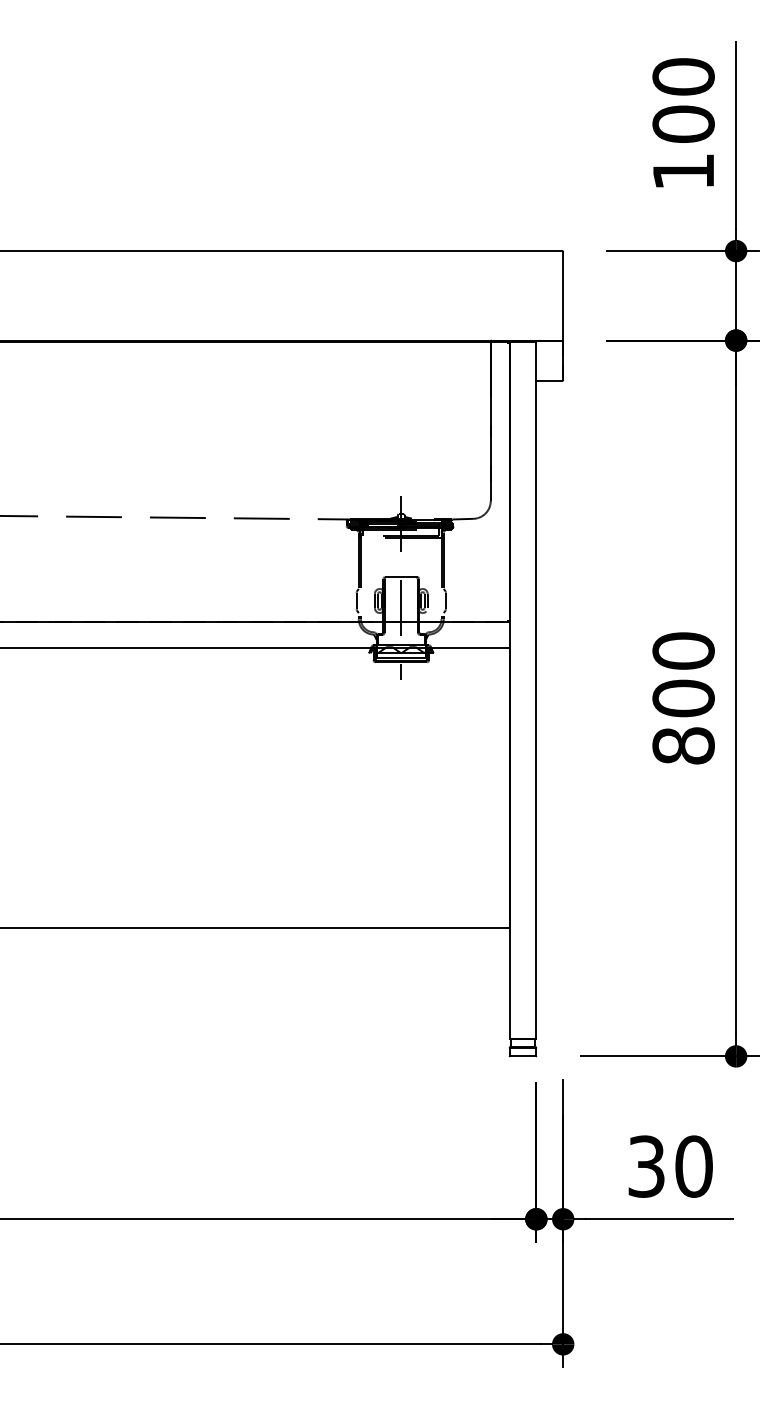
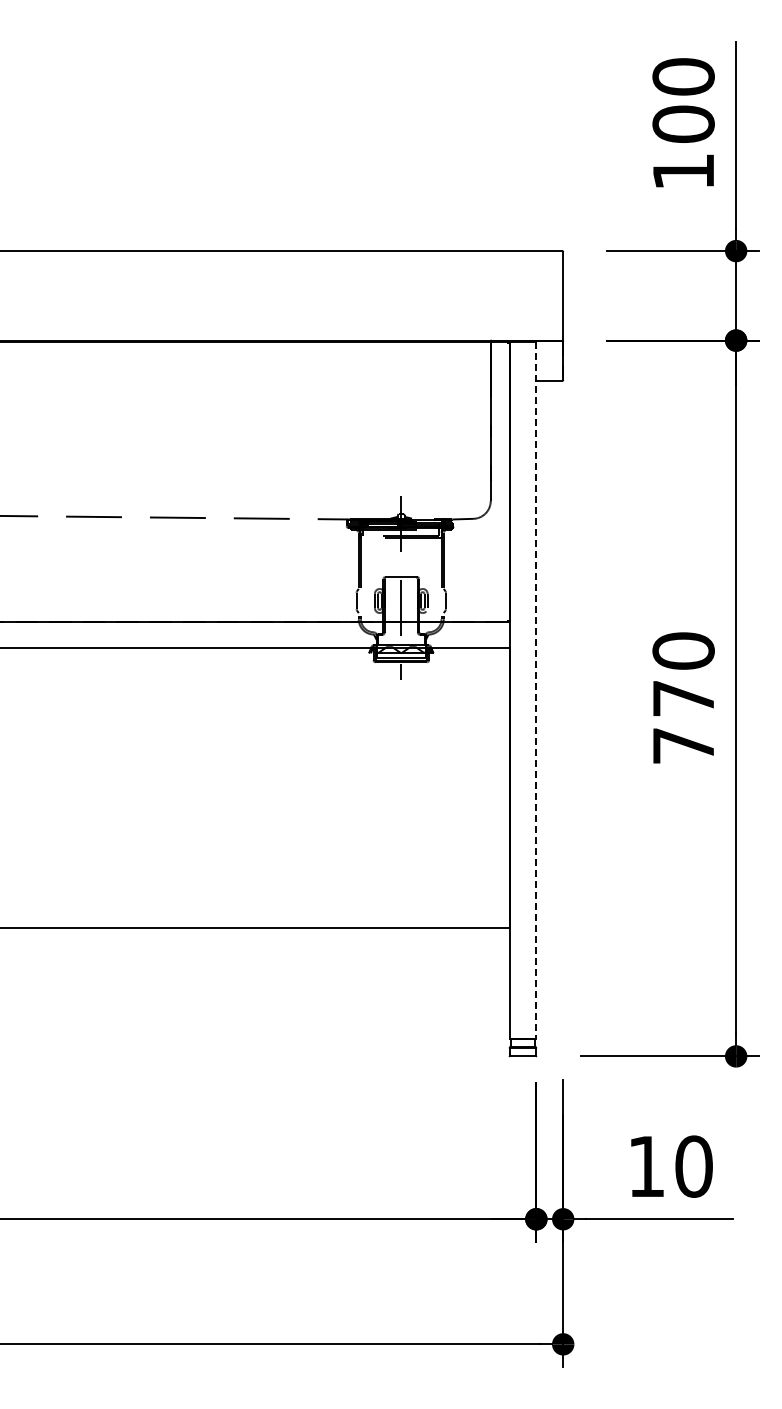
line at (536, 690): solid -> dashed
text at (683, 721): 800 -> 770
text at (646, 1166): 30 -> 10
